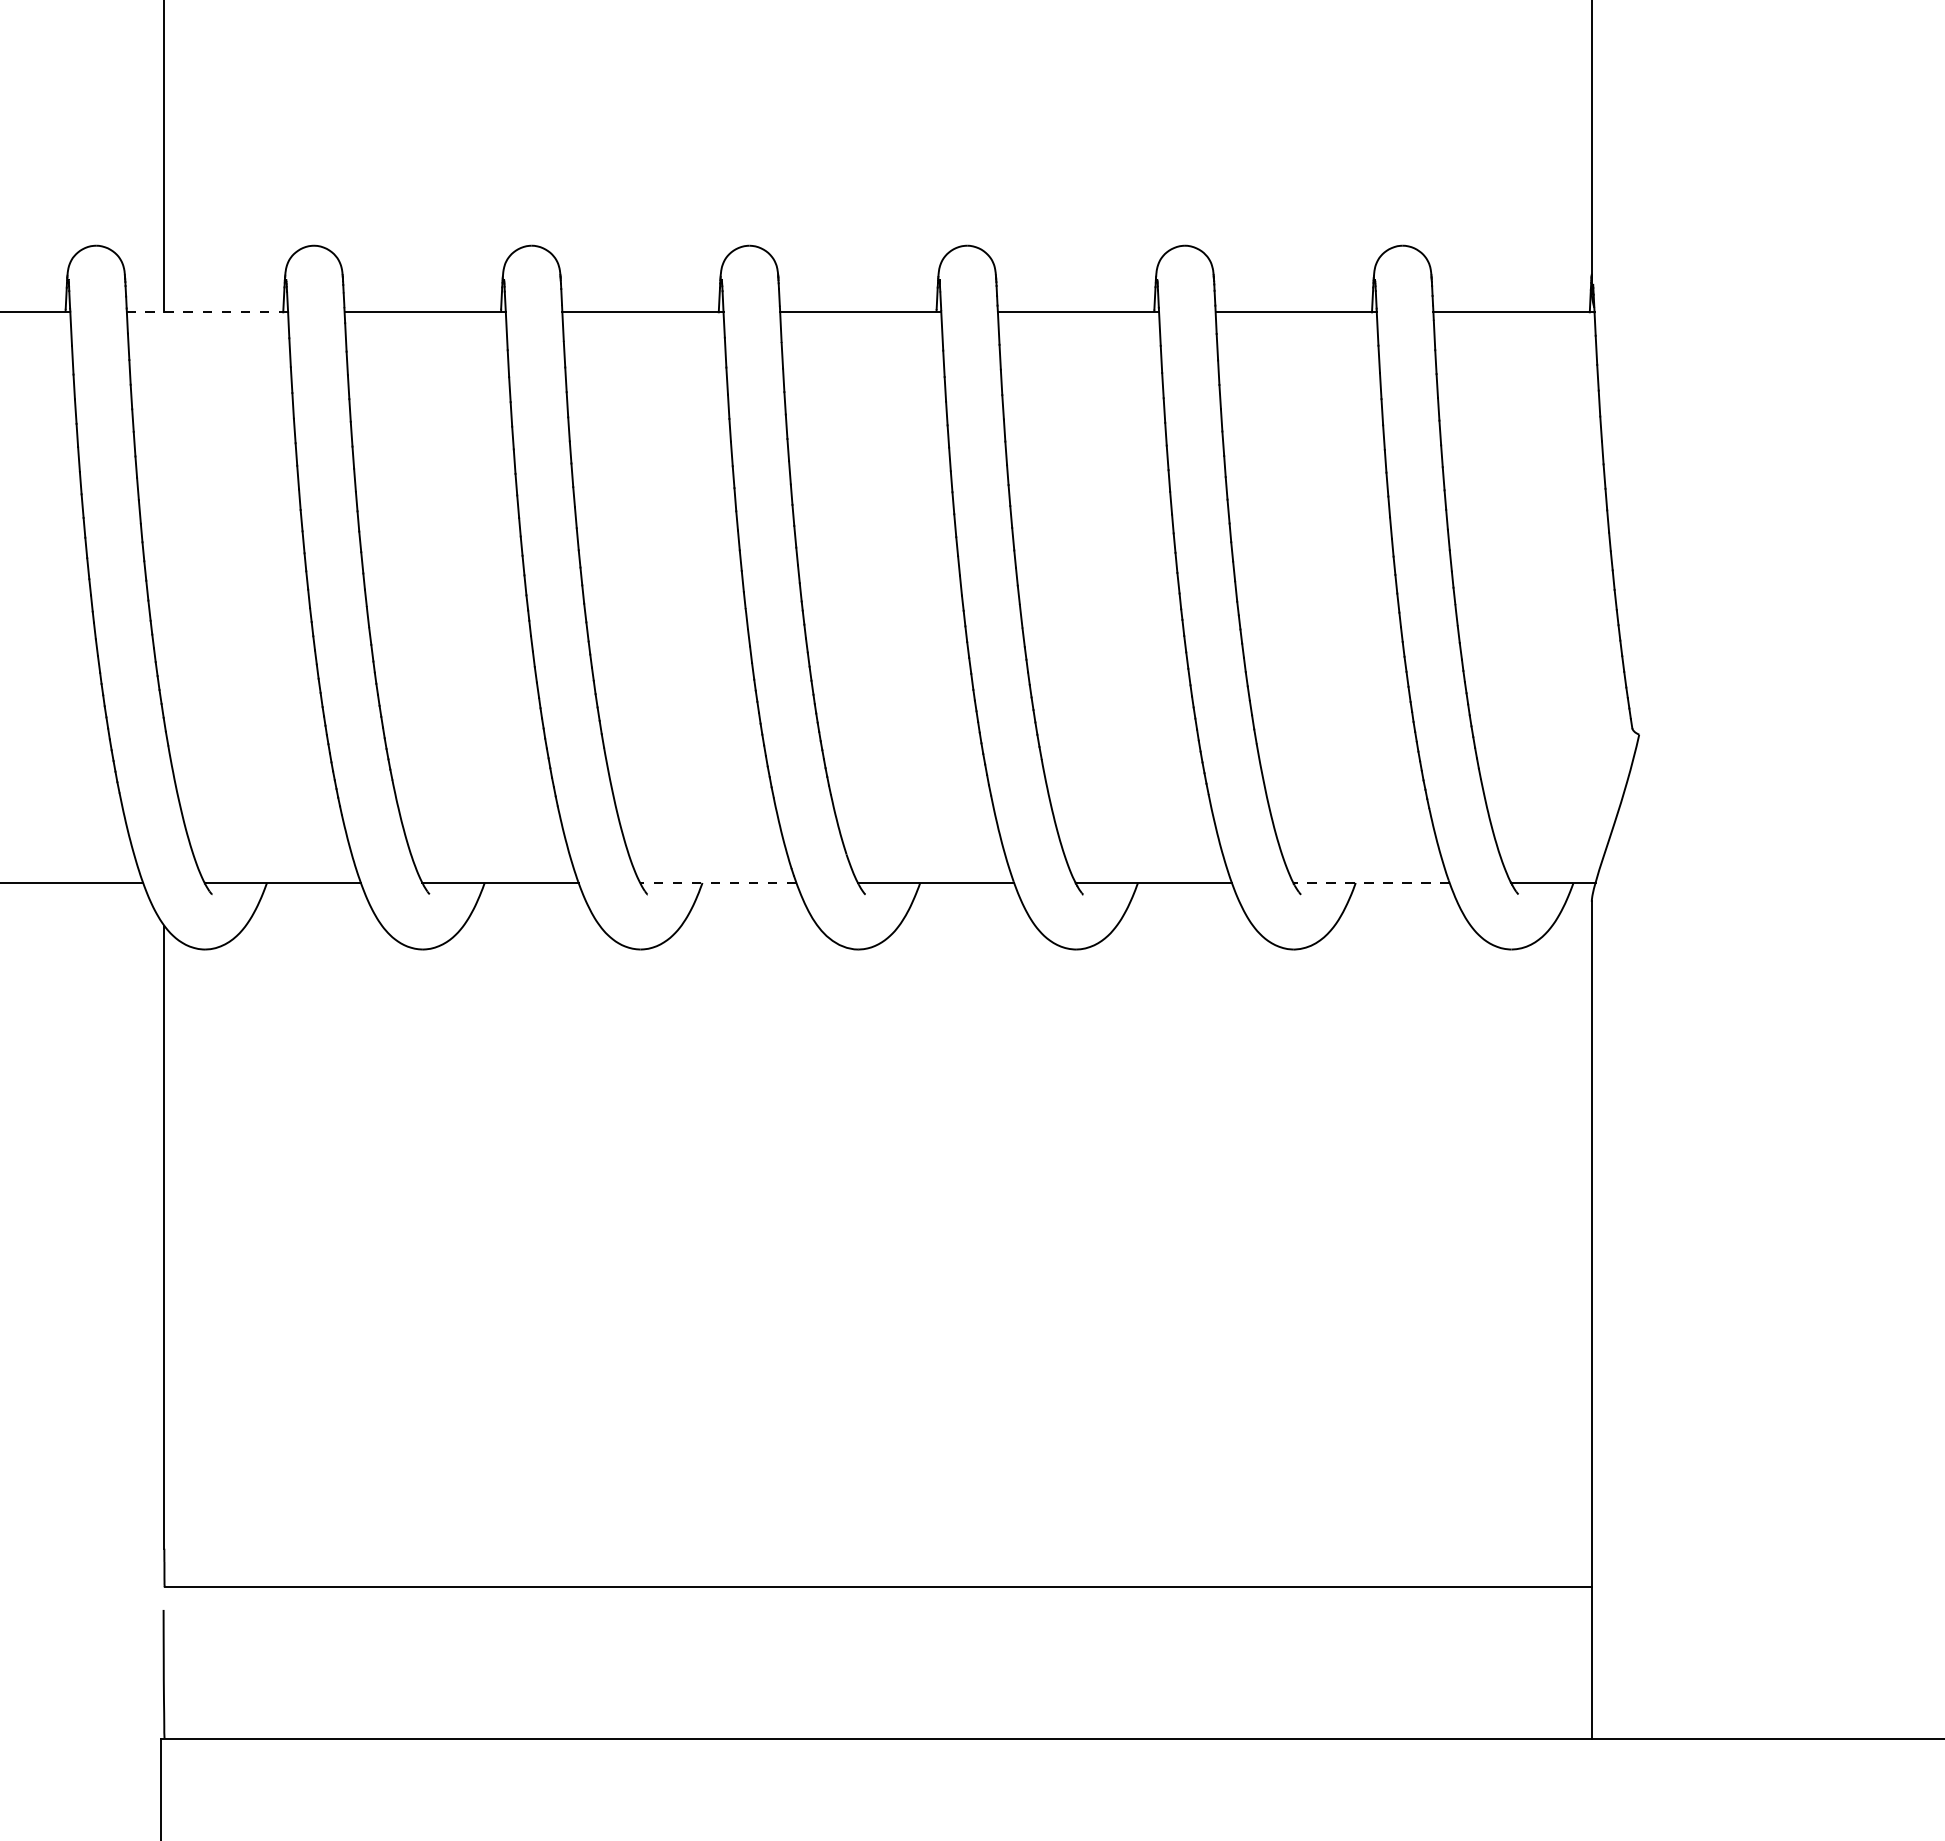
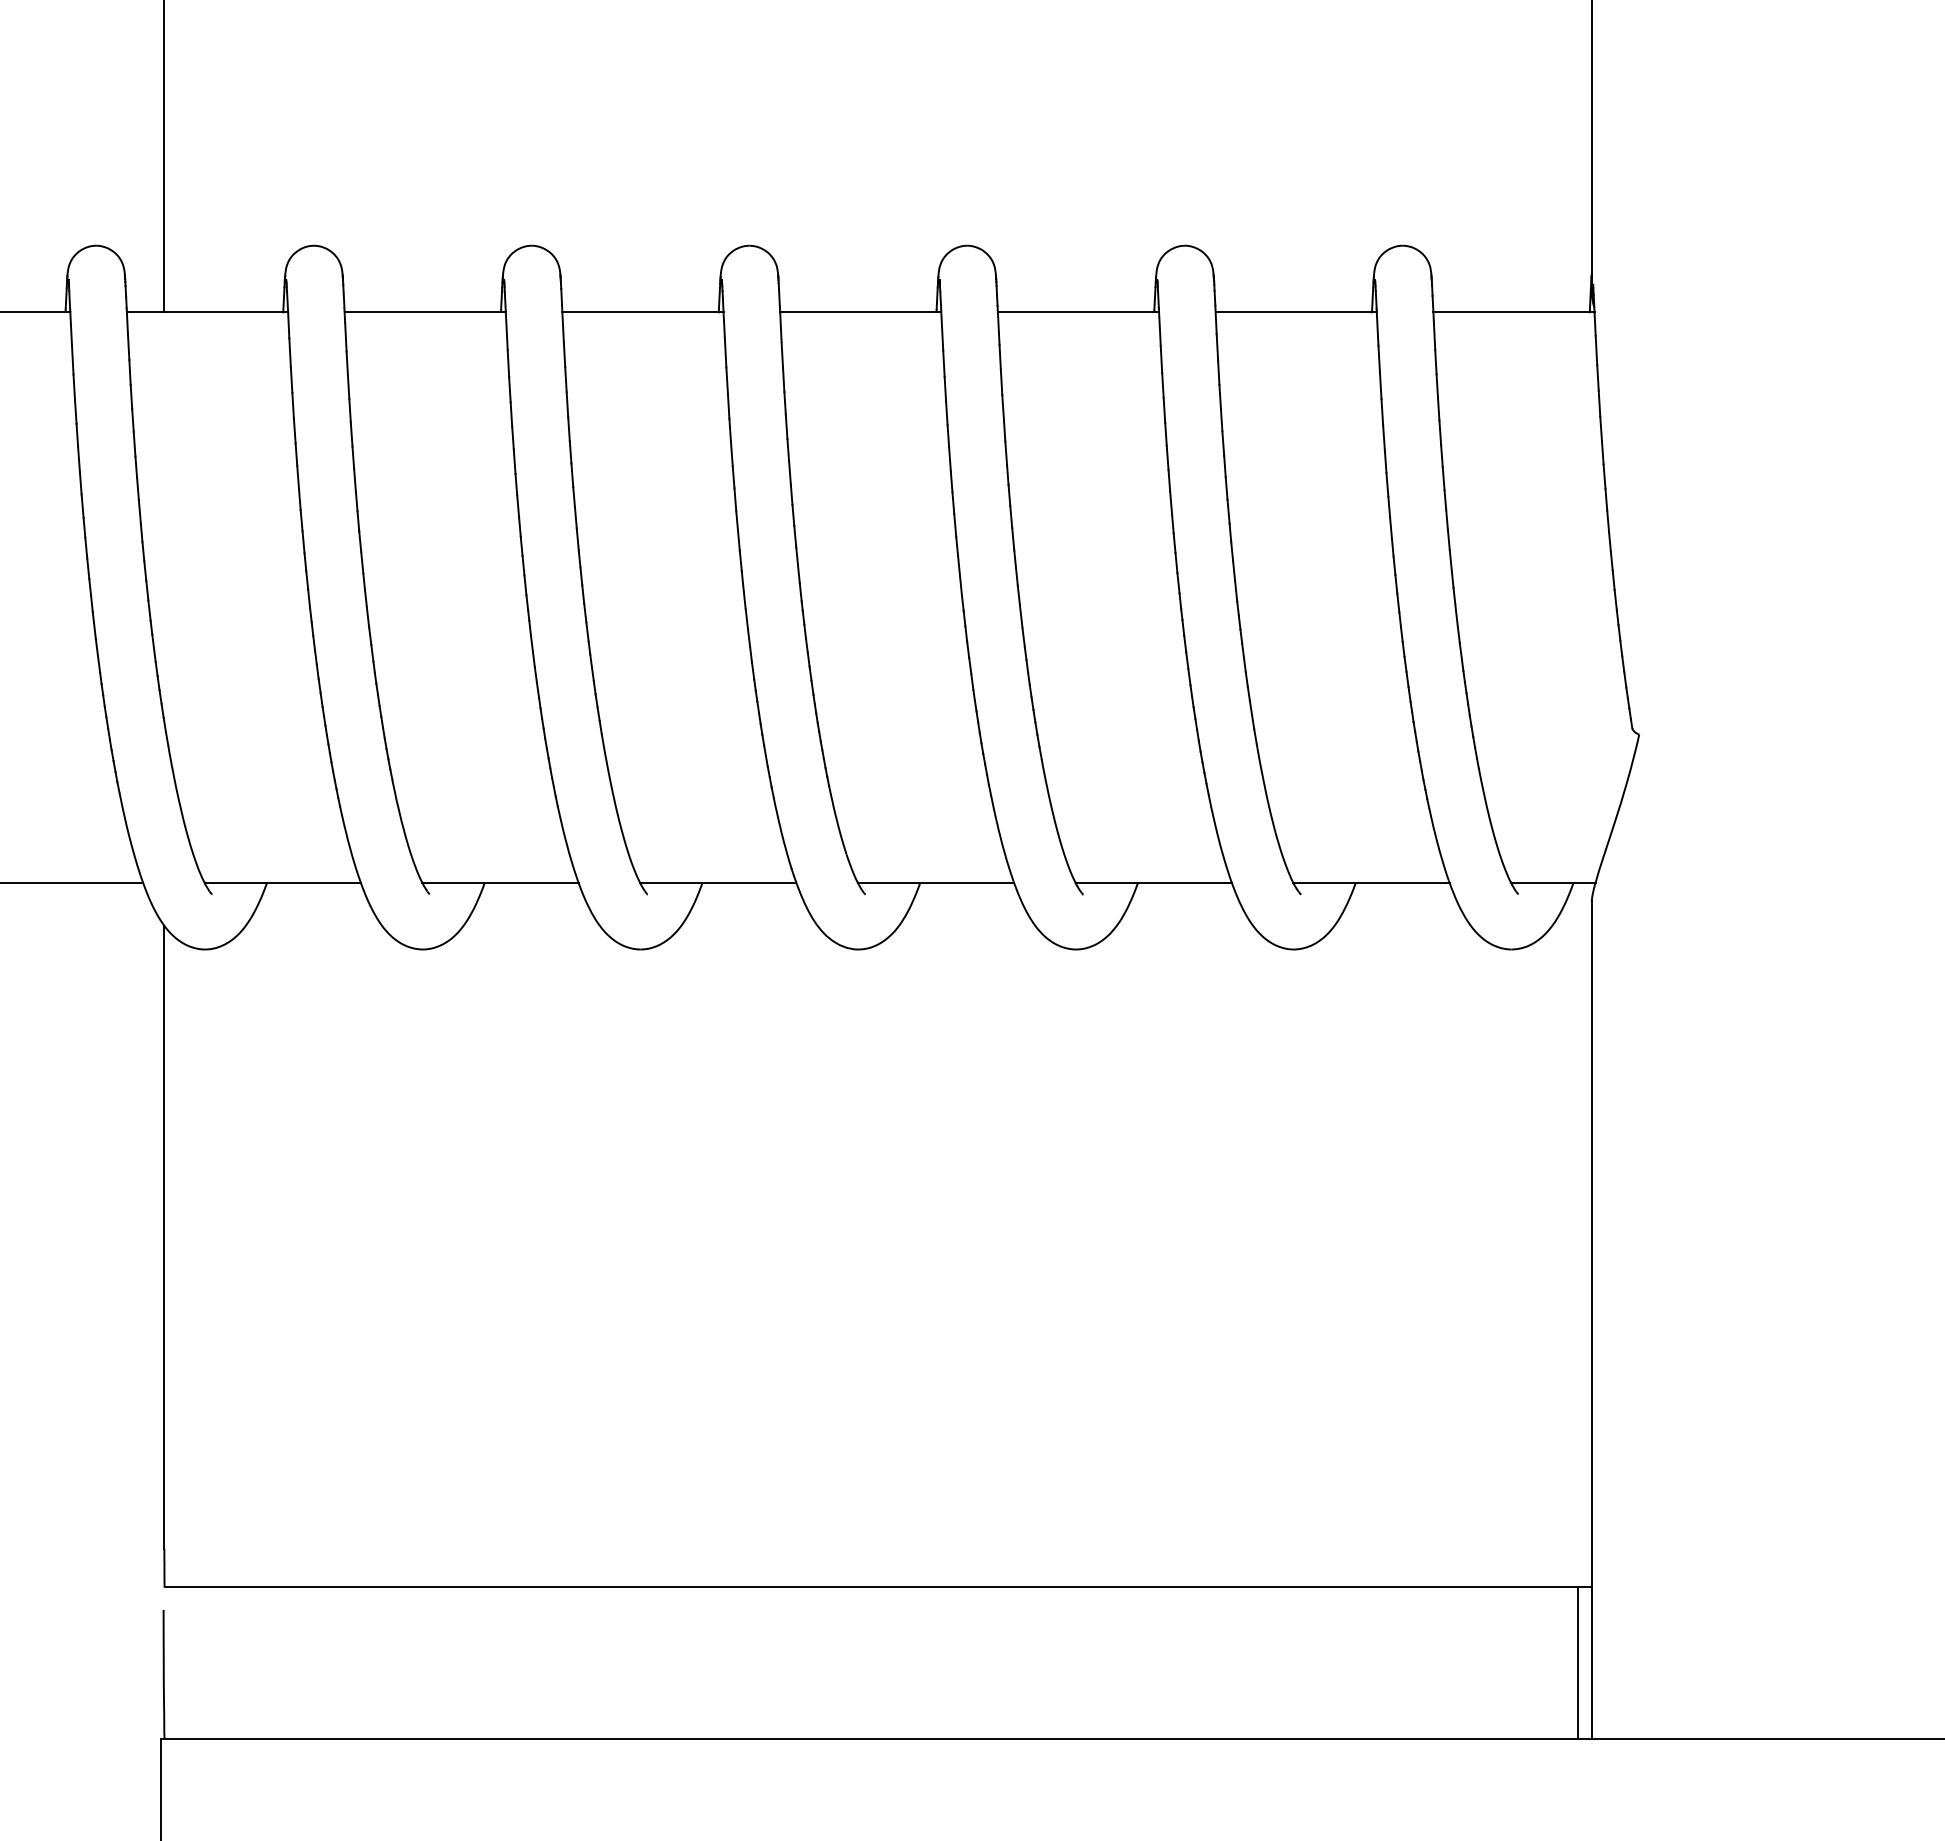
line at (207, 312): dashed -> solid
line at (717, 882): dashed -> solid
line at (1371, 882): dashed -> solid
line at (1577, 1662): none -> present
